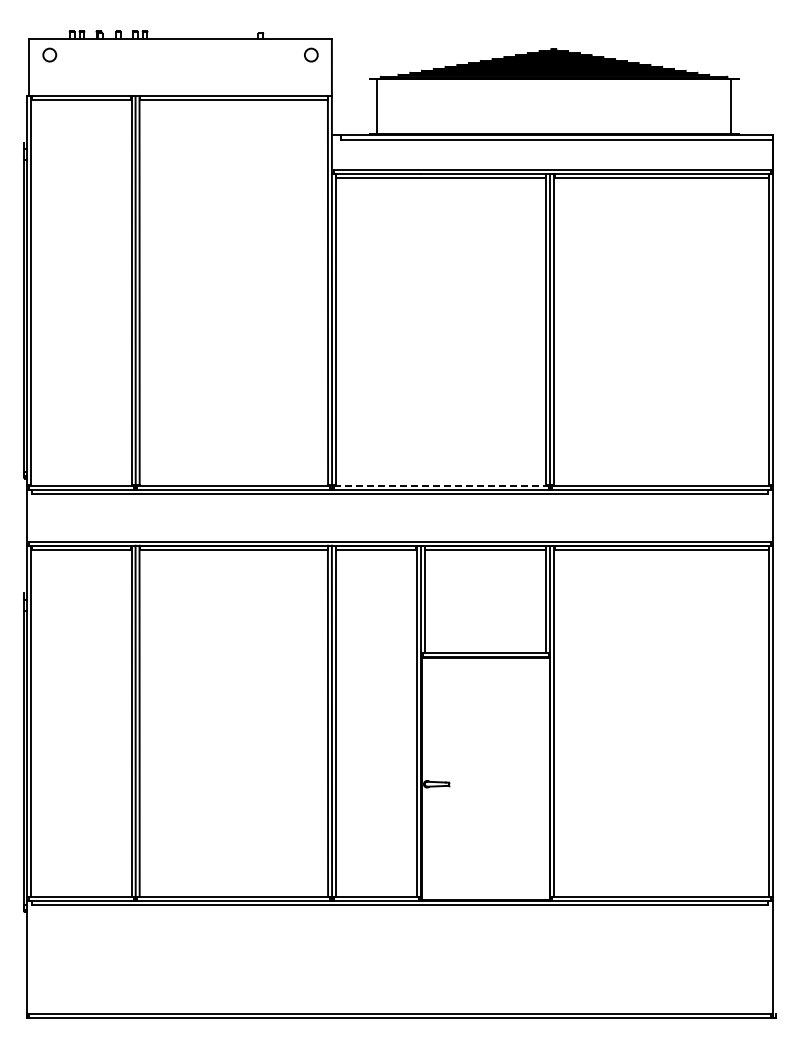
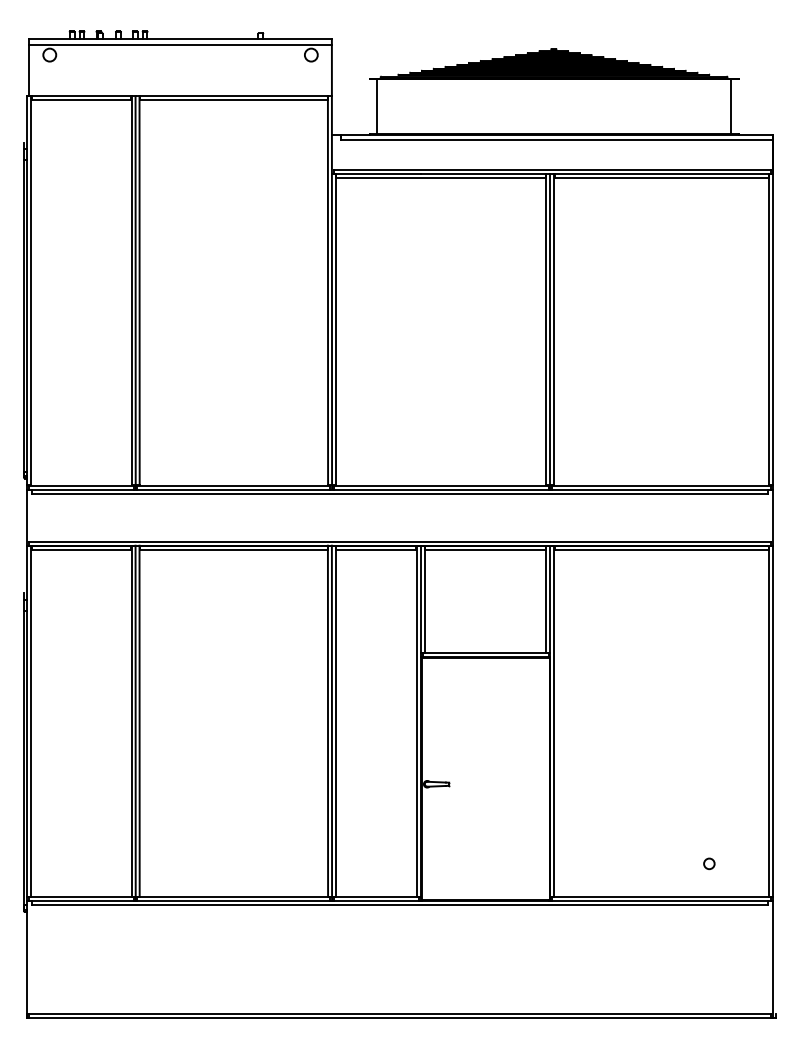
line at (180, 44): none -> present
line at (441, 485): dashed -> solid
circle at (709, 863): none -> present
